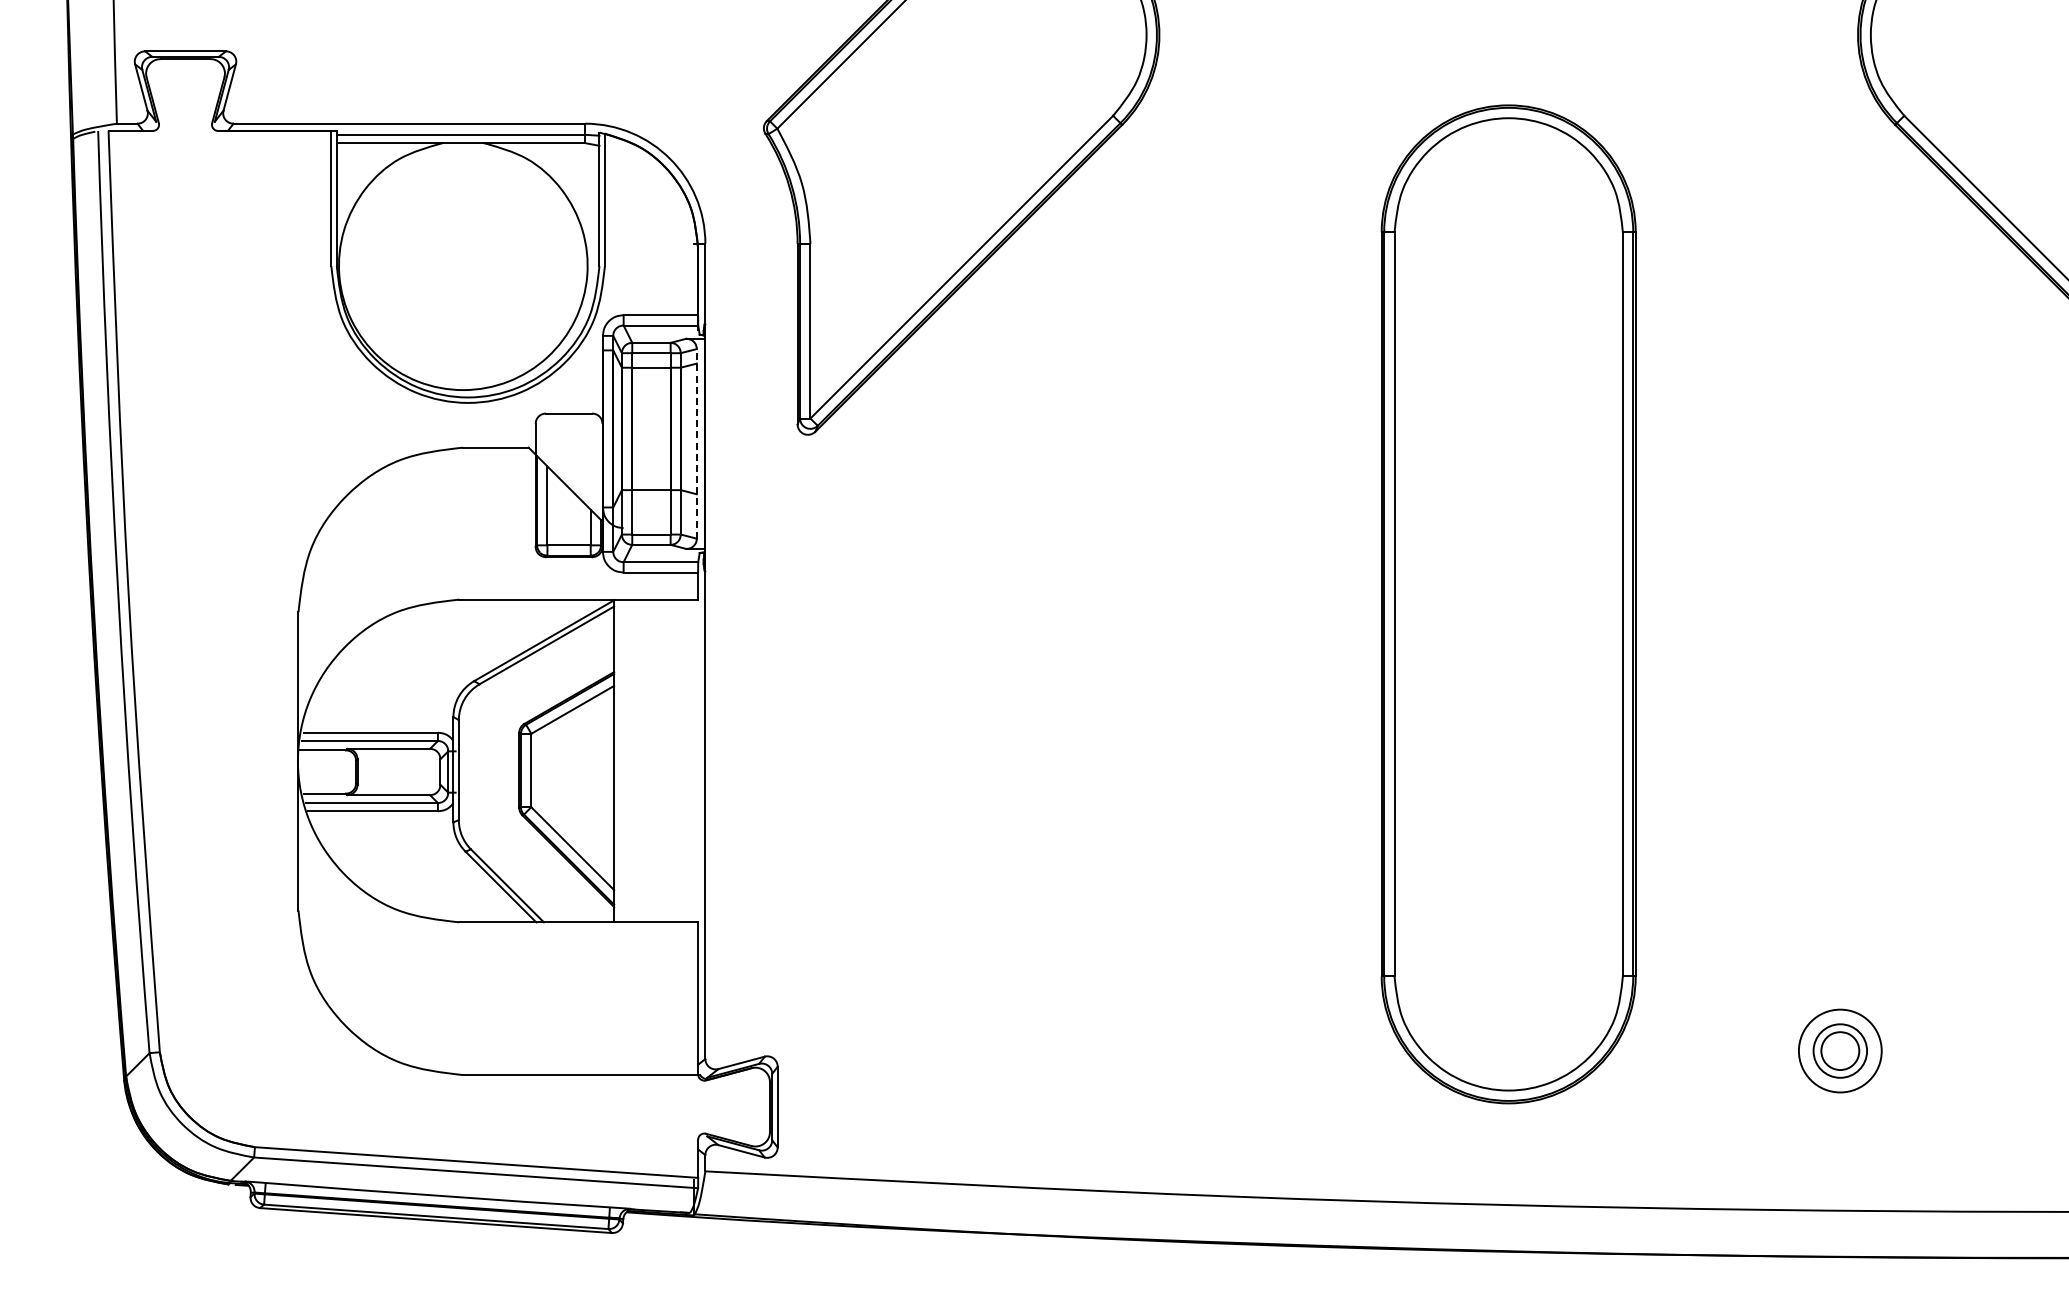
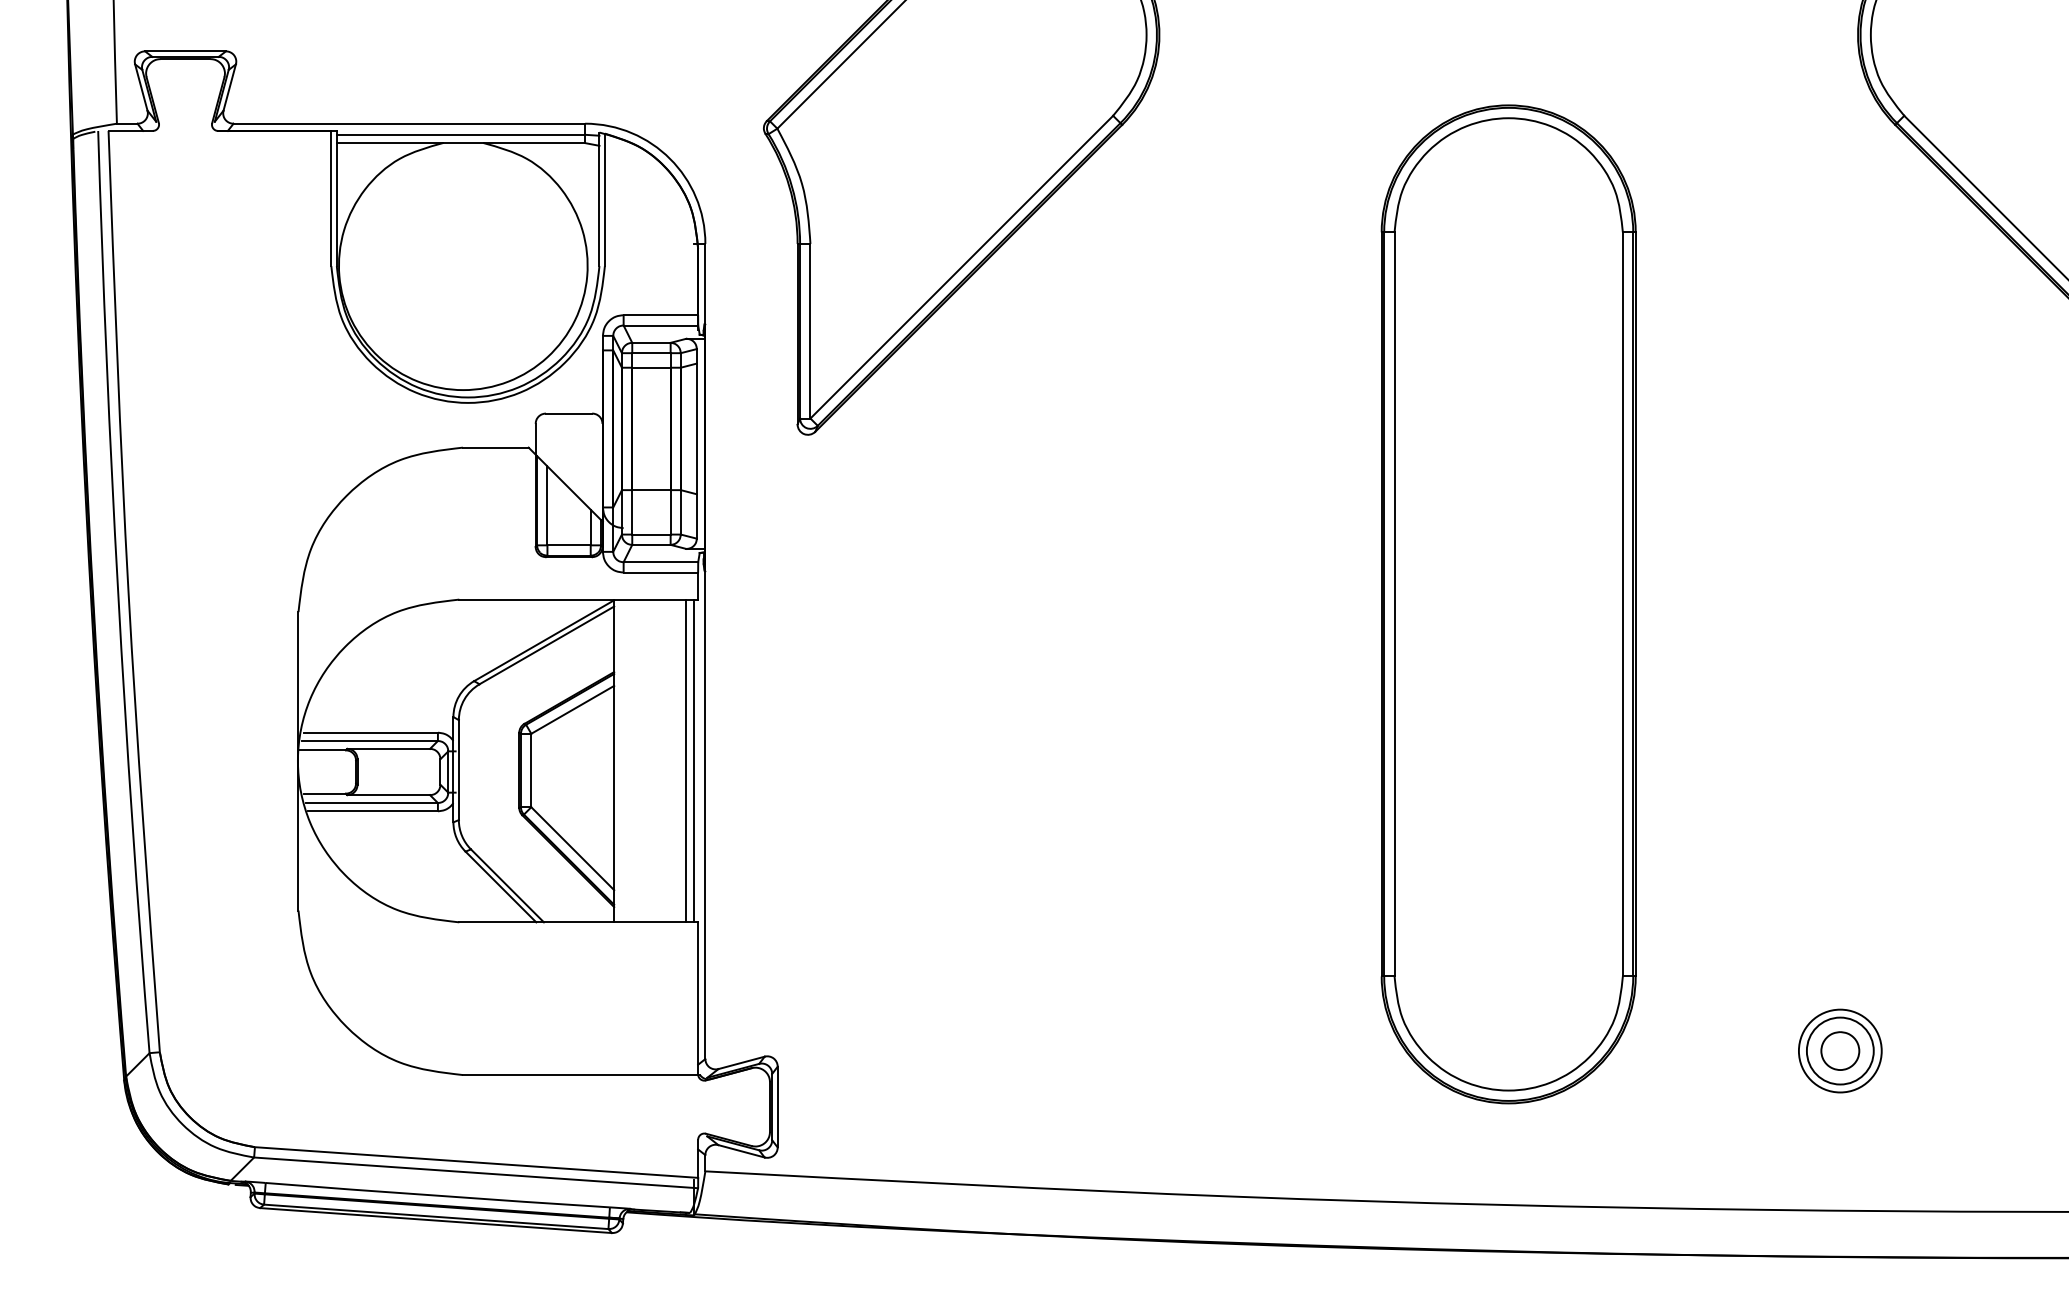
line at (696, 443): dashed -> solid
line at (685, 760): none -> present
line at (694, 760): none -> present
circle at (1840, 1050) diameter: 54 px -> 67 px
